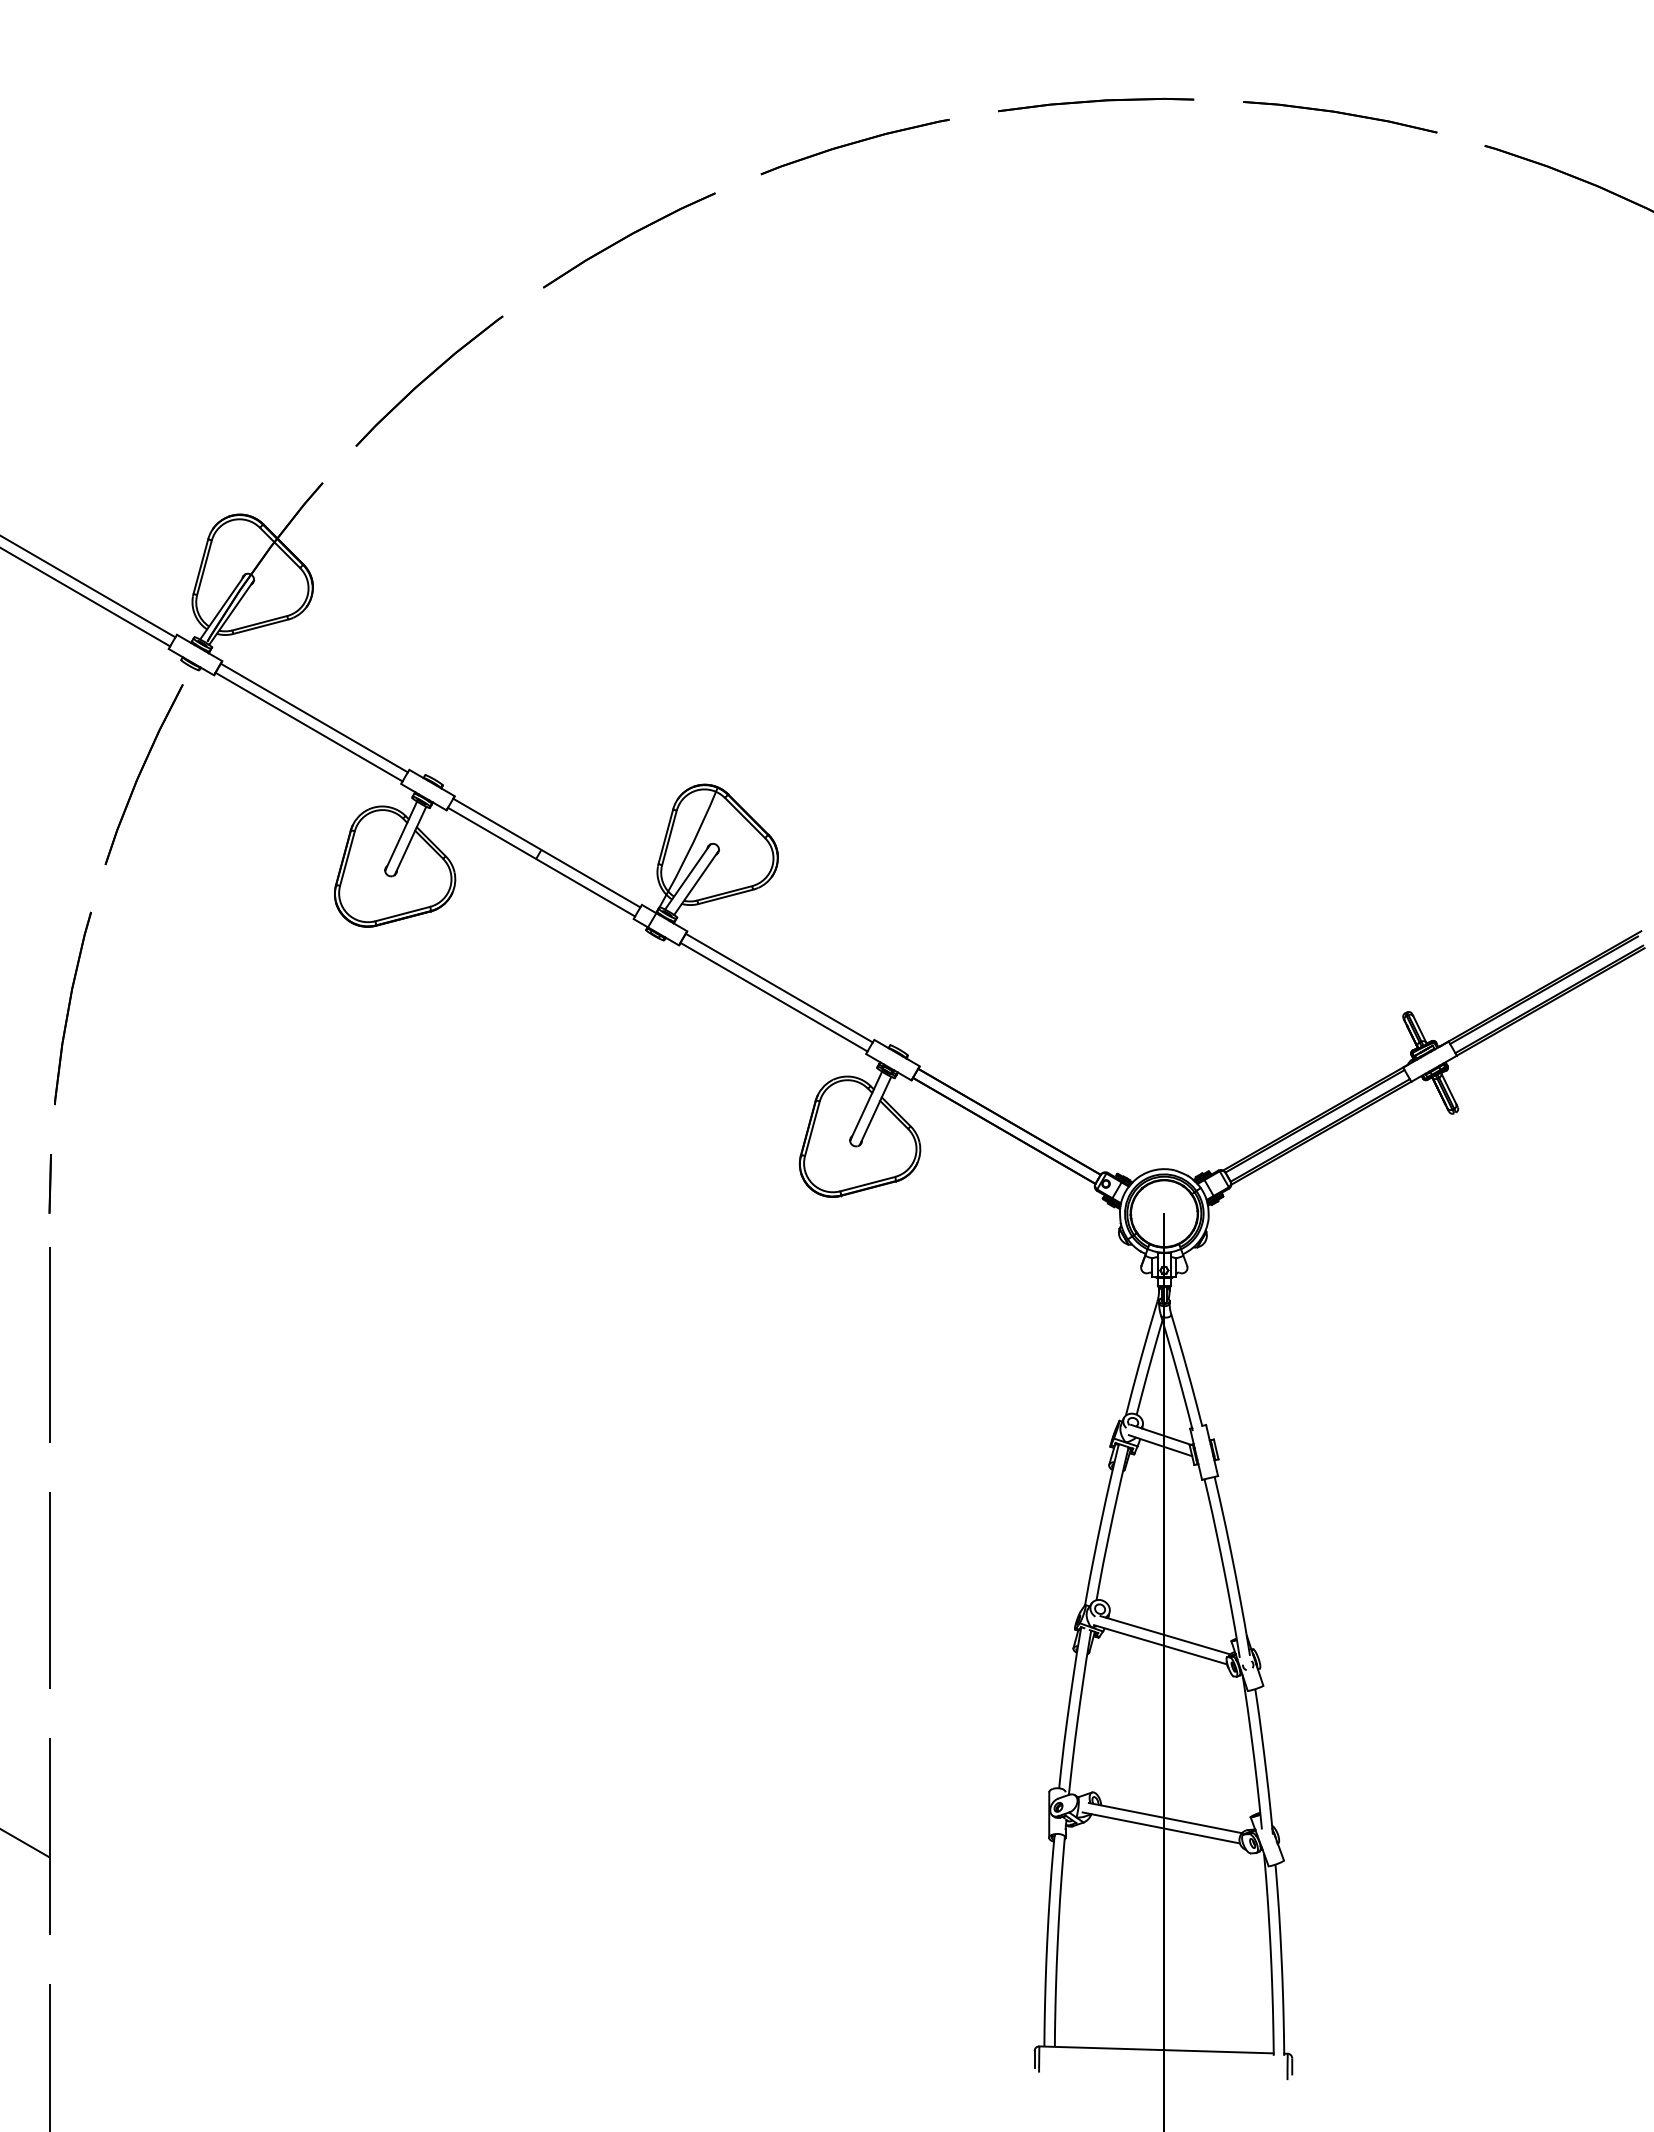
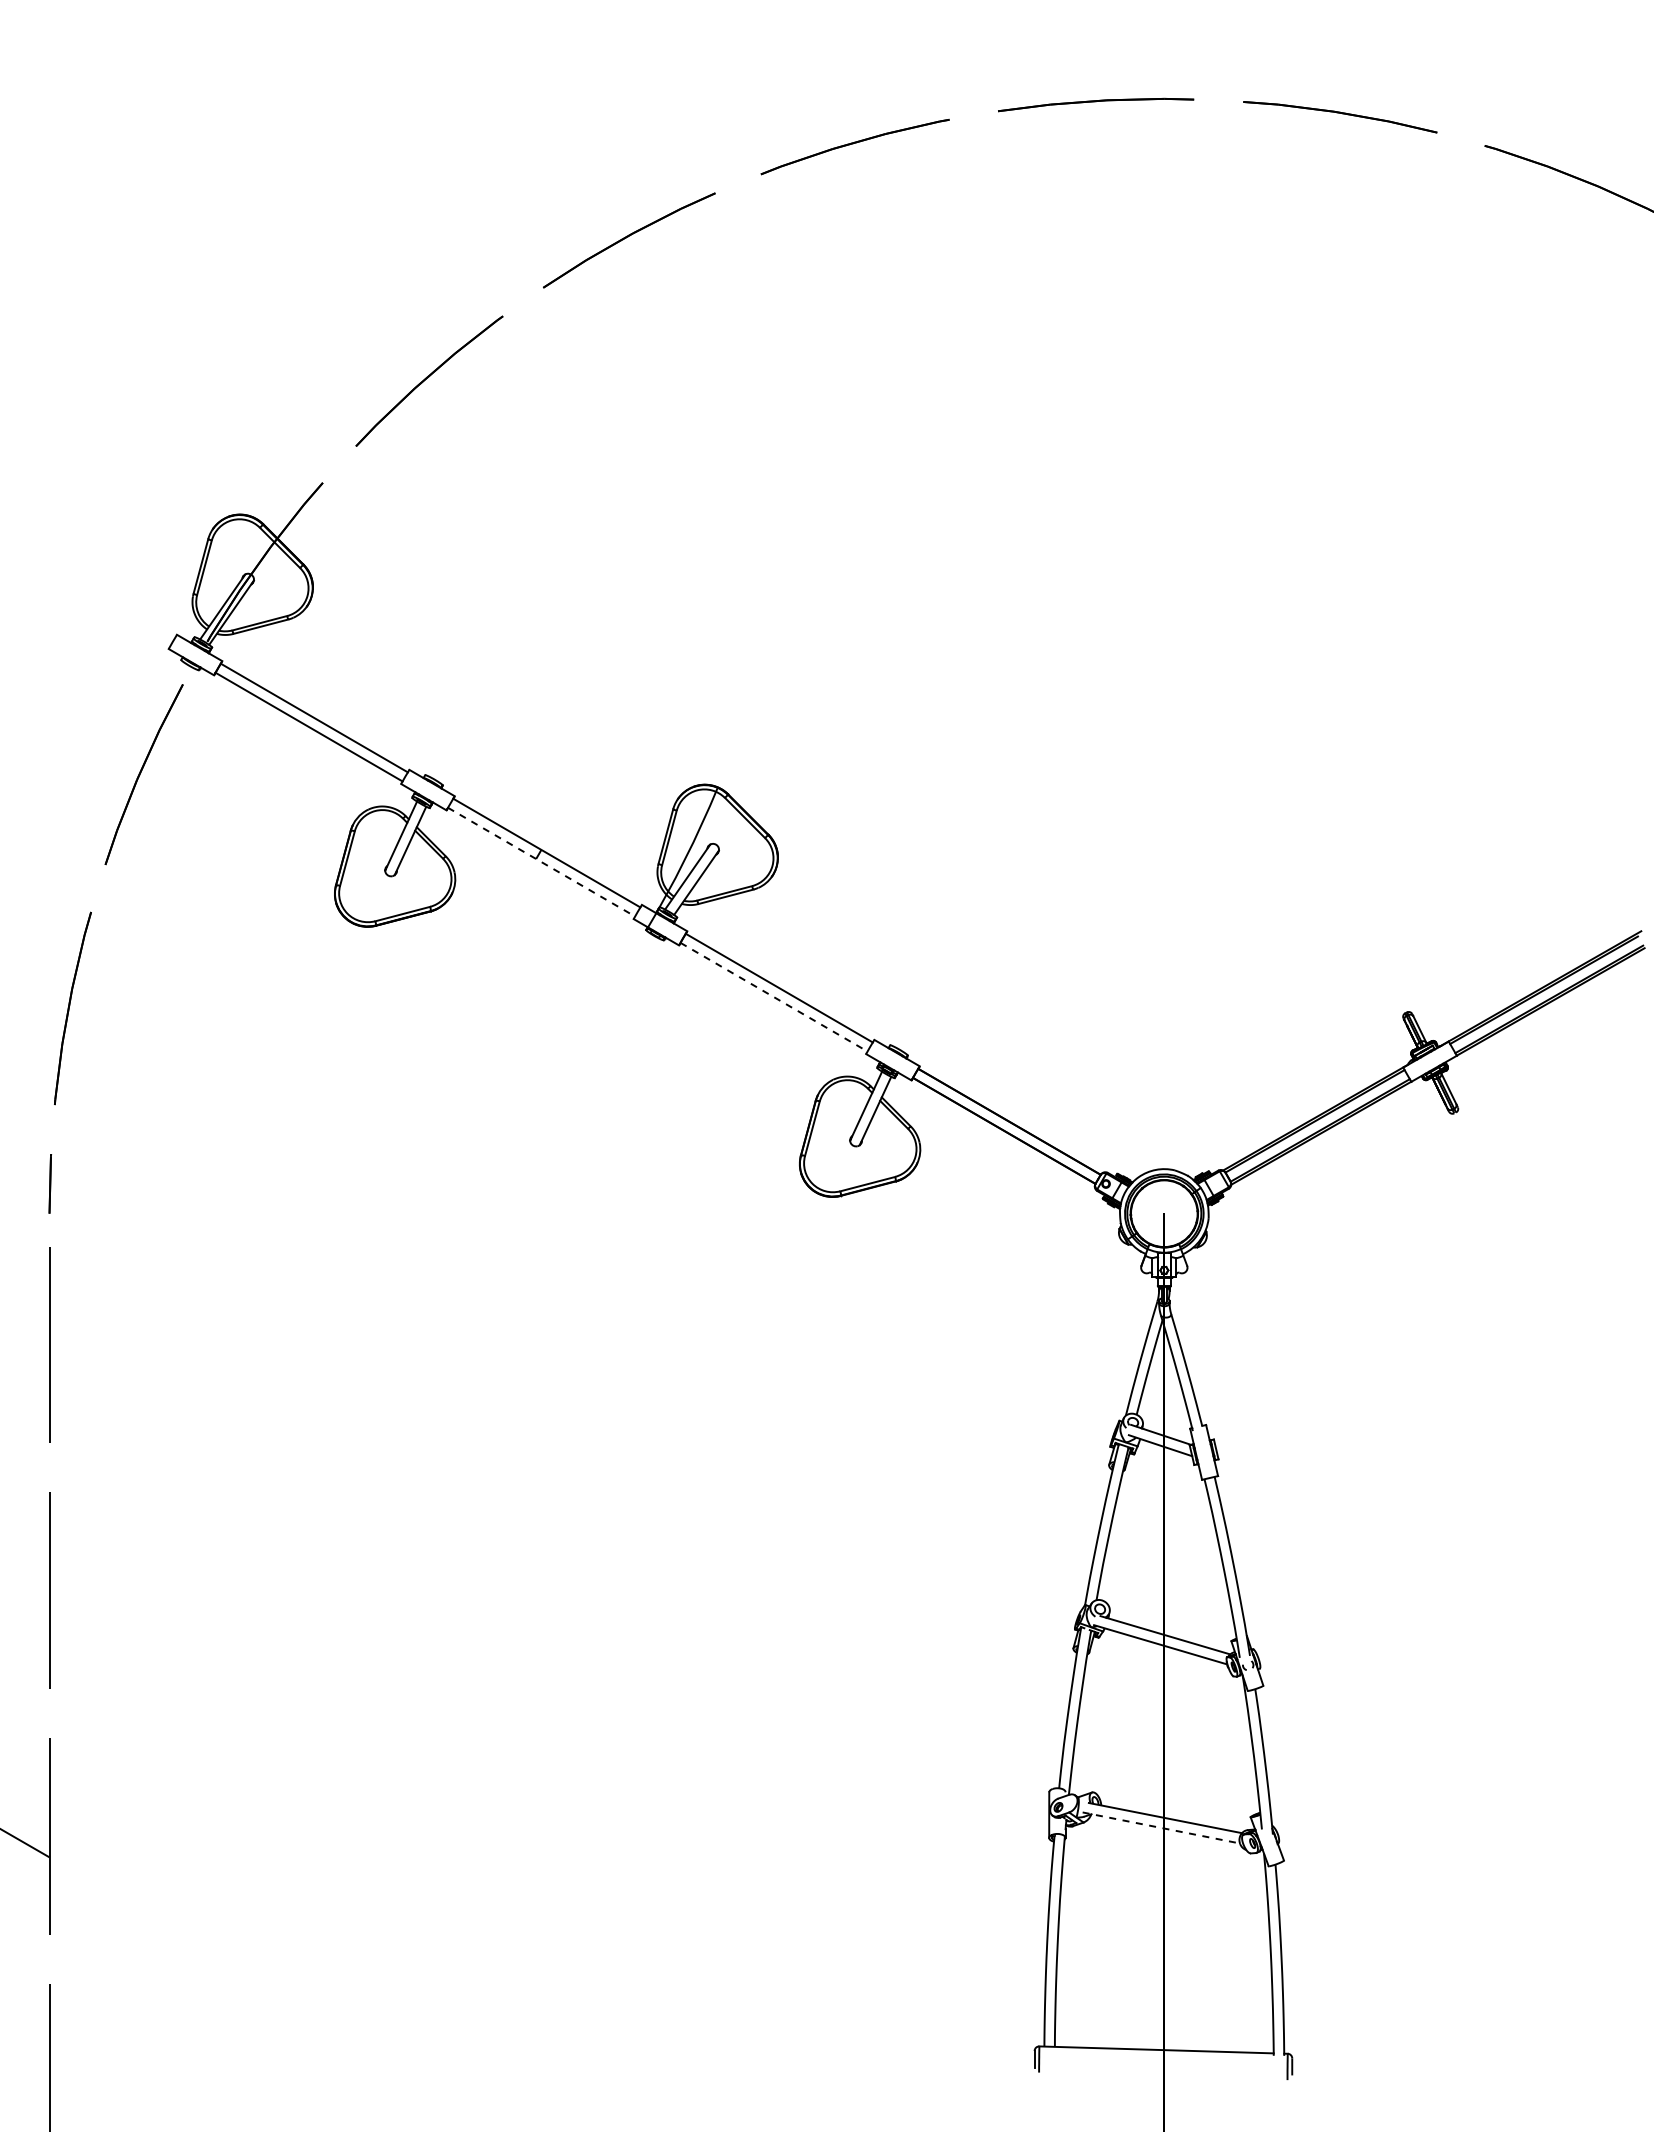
line at (88, 586): present -> none
line at (86, 597): present -> none
line at (541, 862): solid -> dashed
line at (774, 997): solid -> dashed
line at (1161, 1828): solid -> dashed
